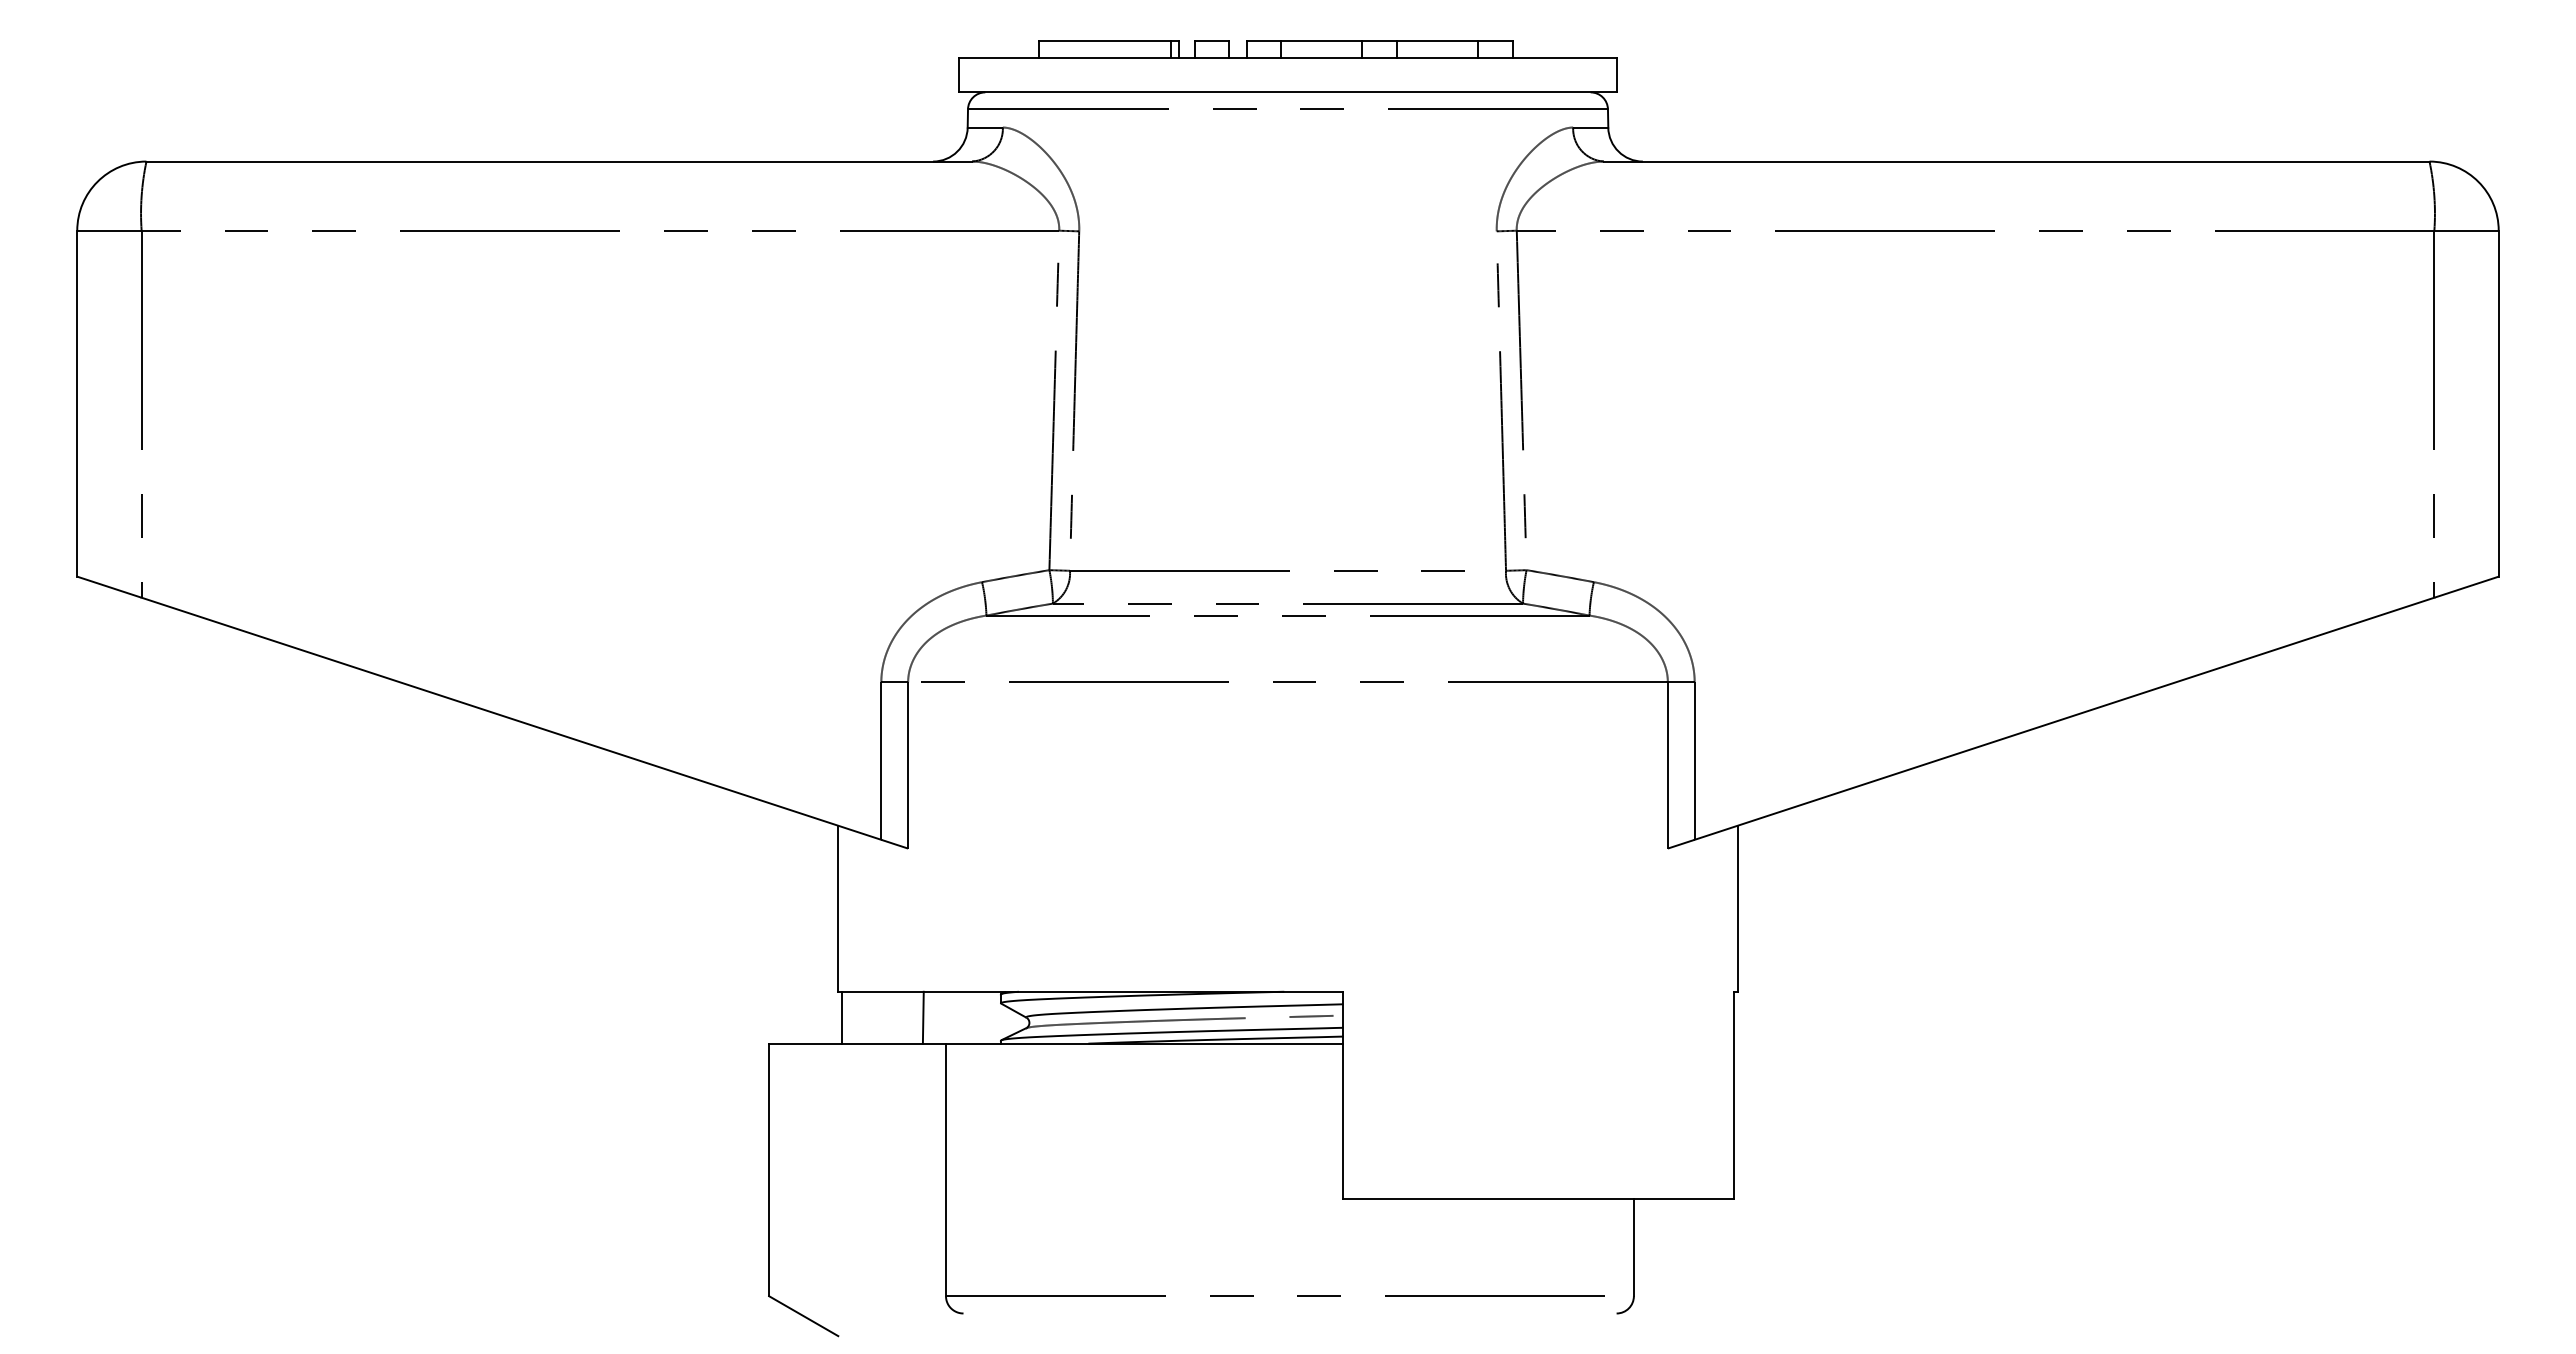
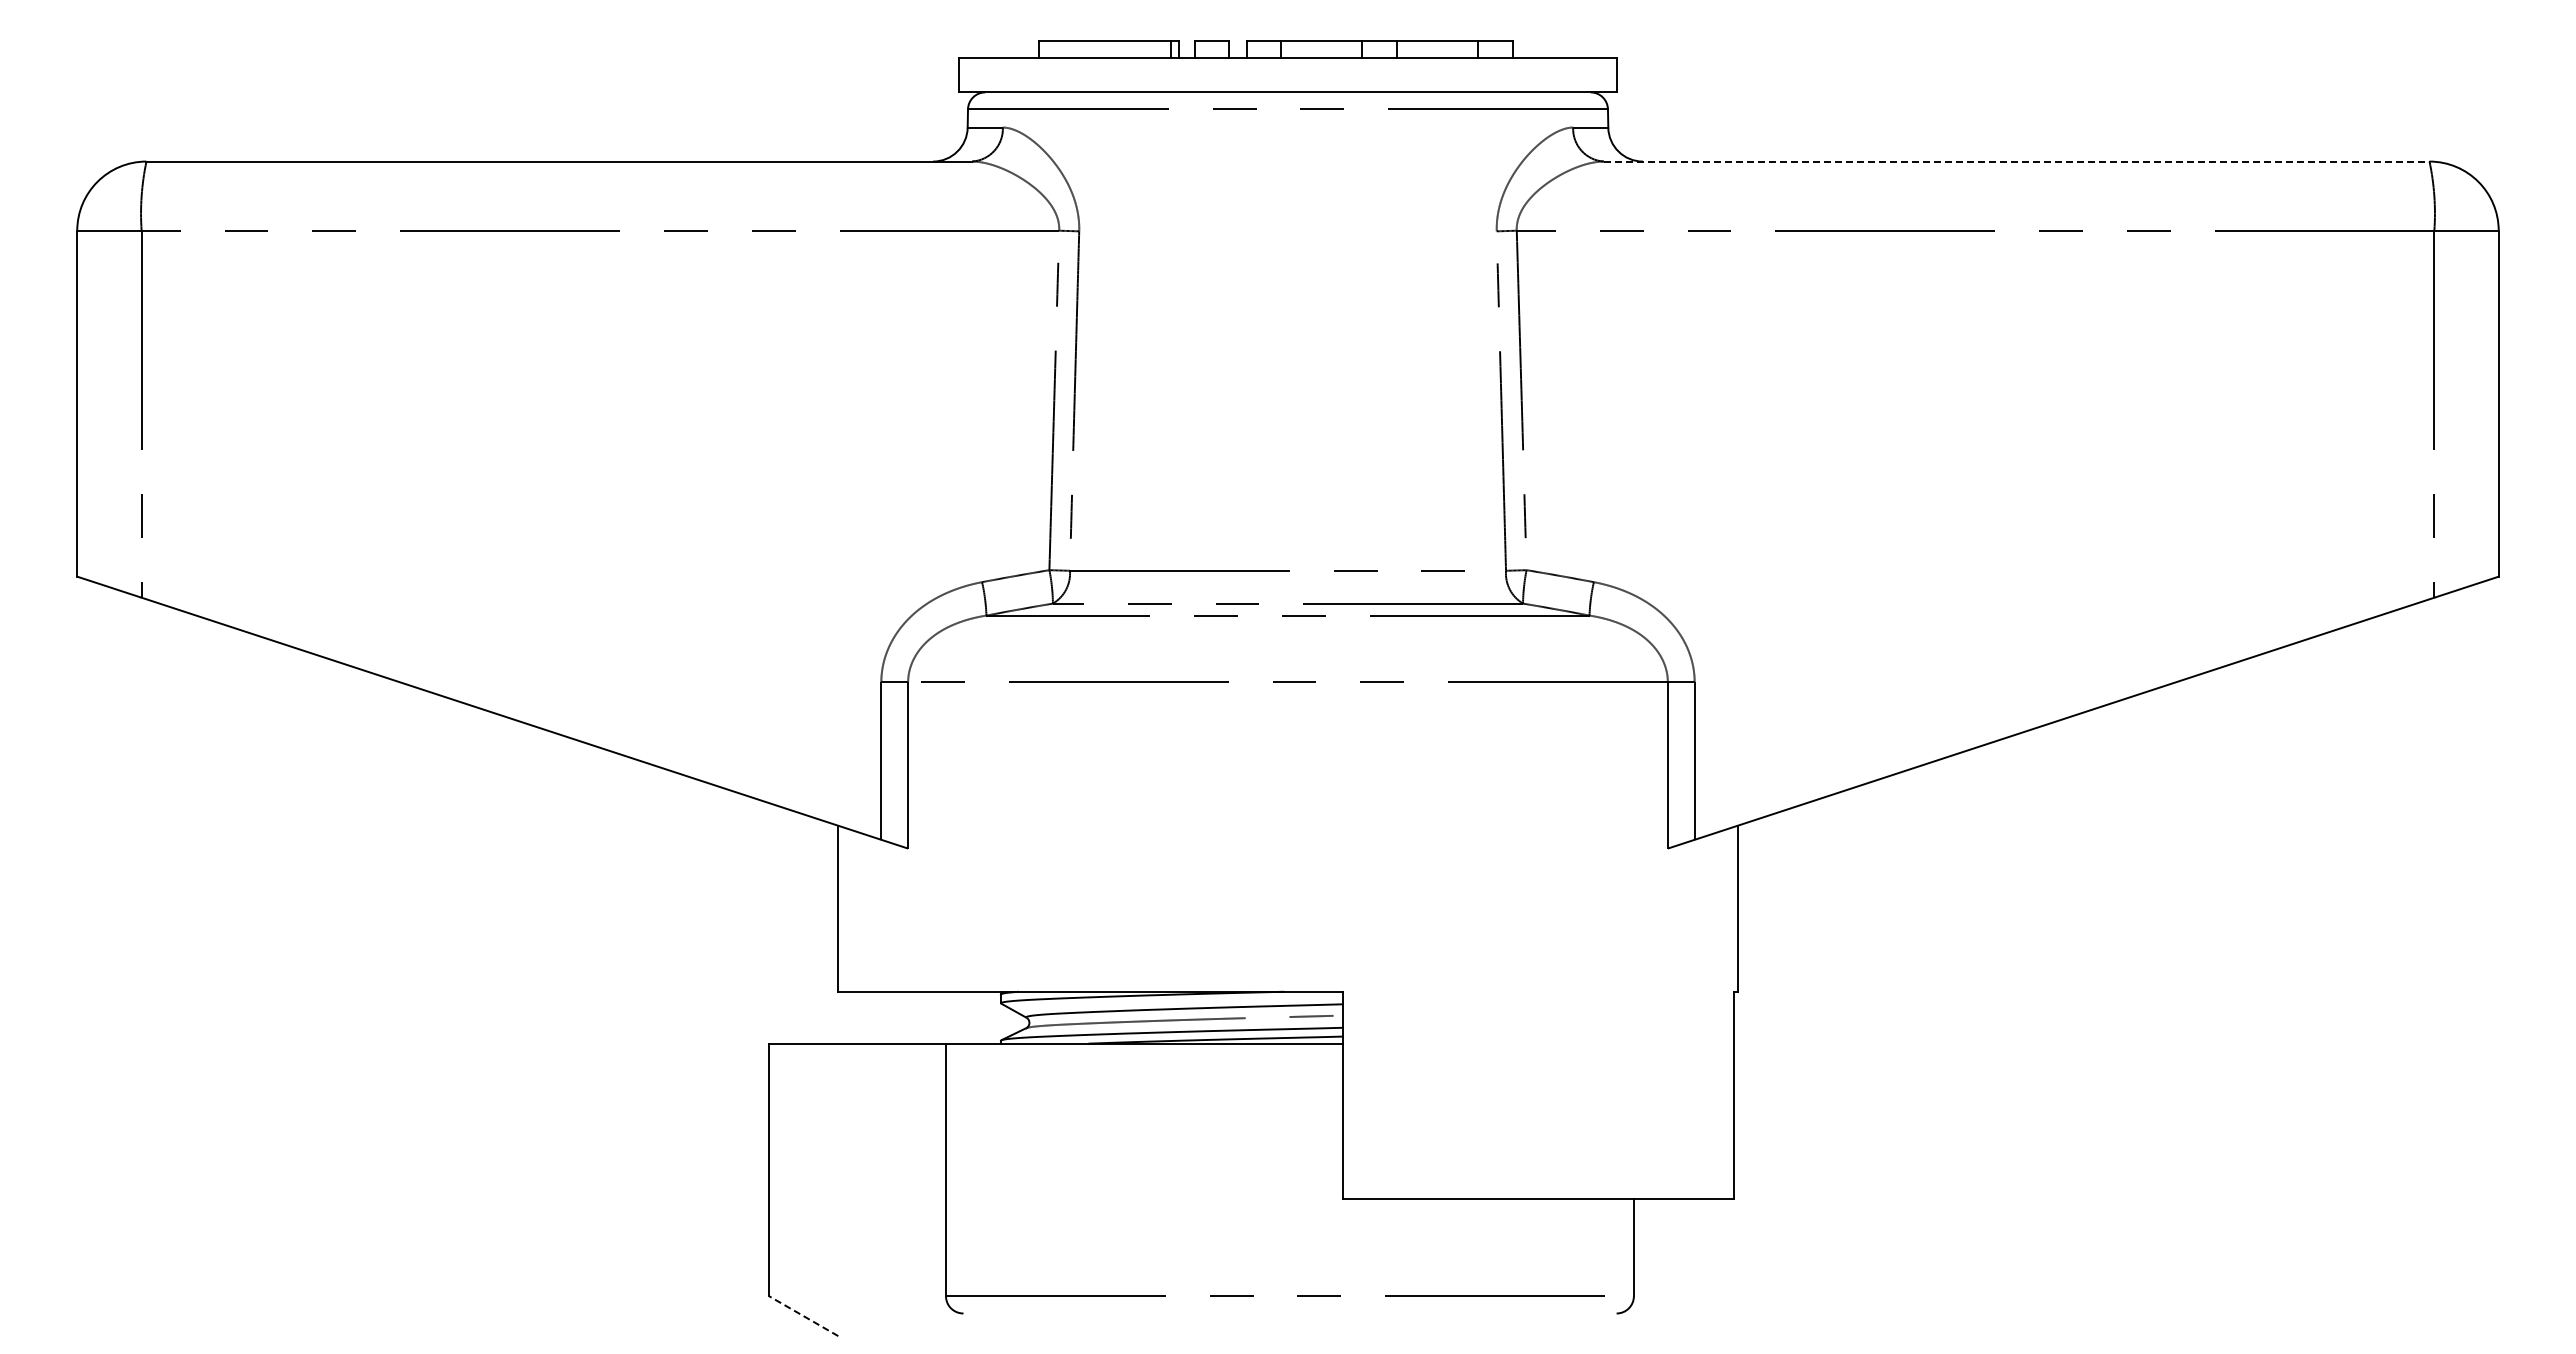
line at (2016, 161): solid -> dashed
line at (841, 1017): present -> none
line at (922, 1017): present -> none
line at (803, 1316): solid -> dashed
